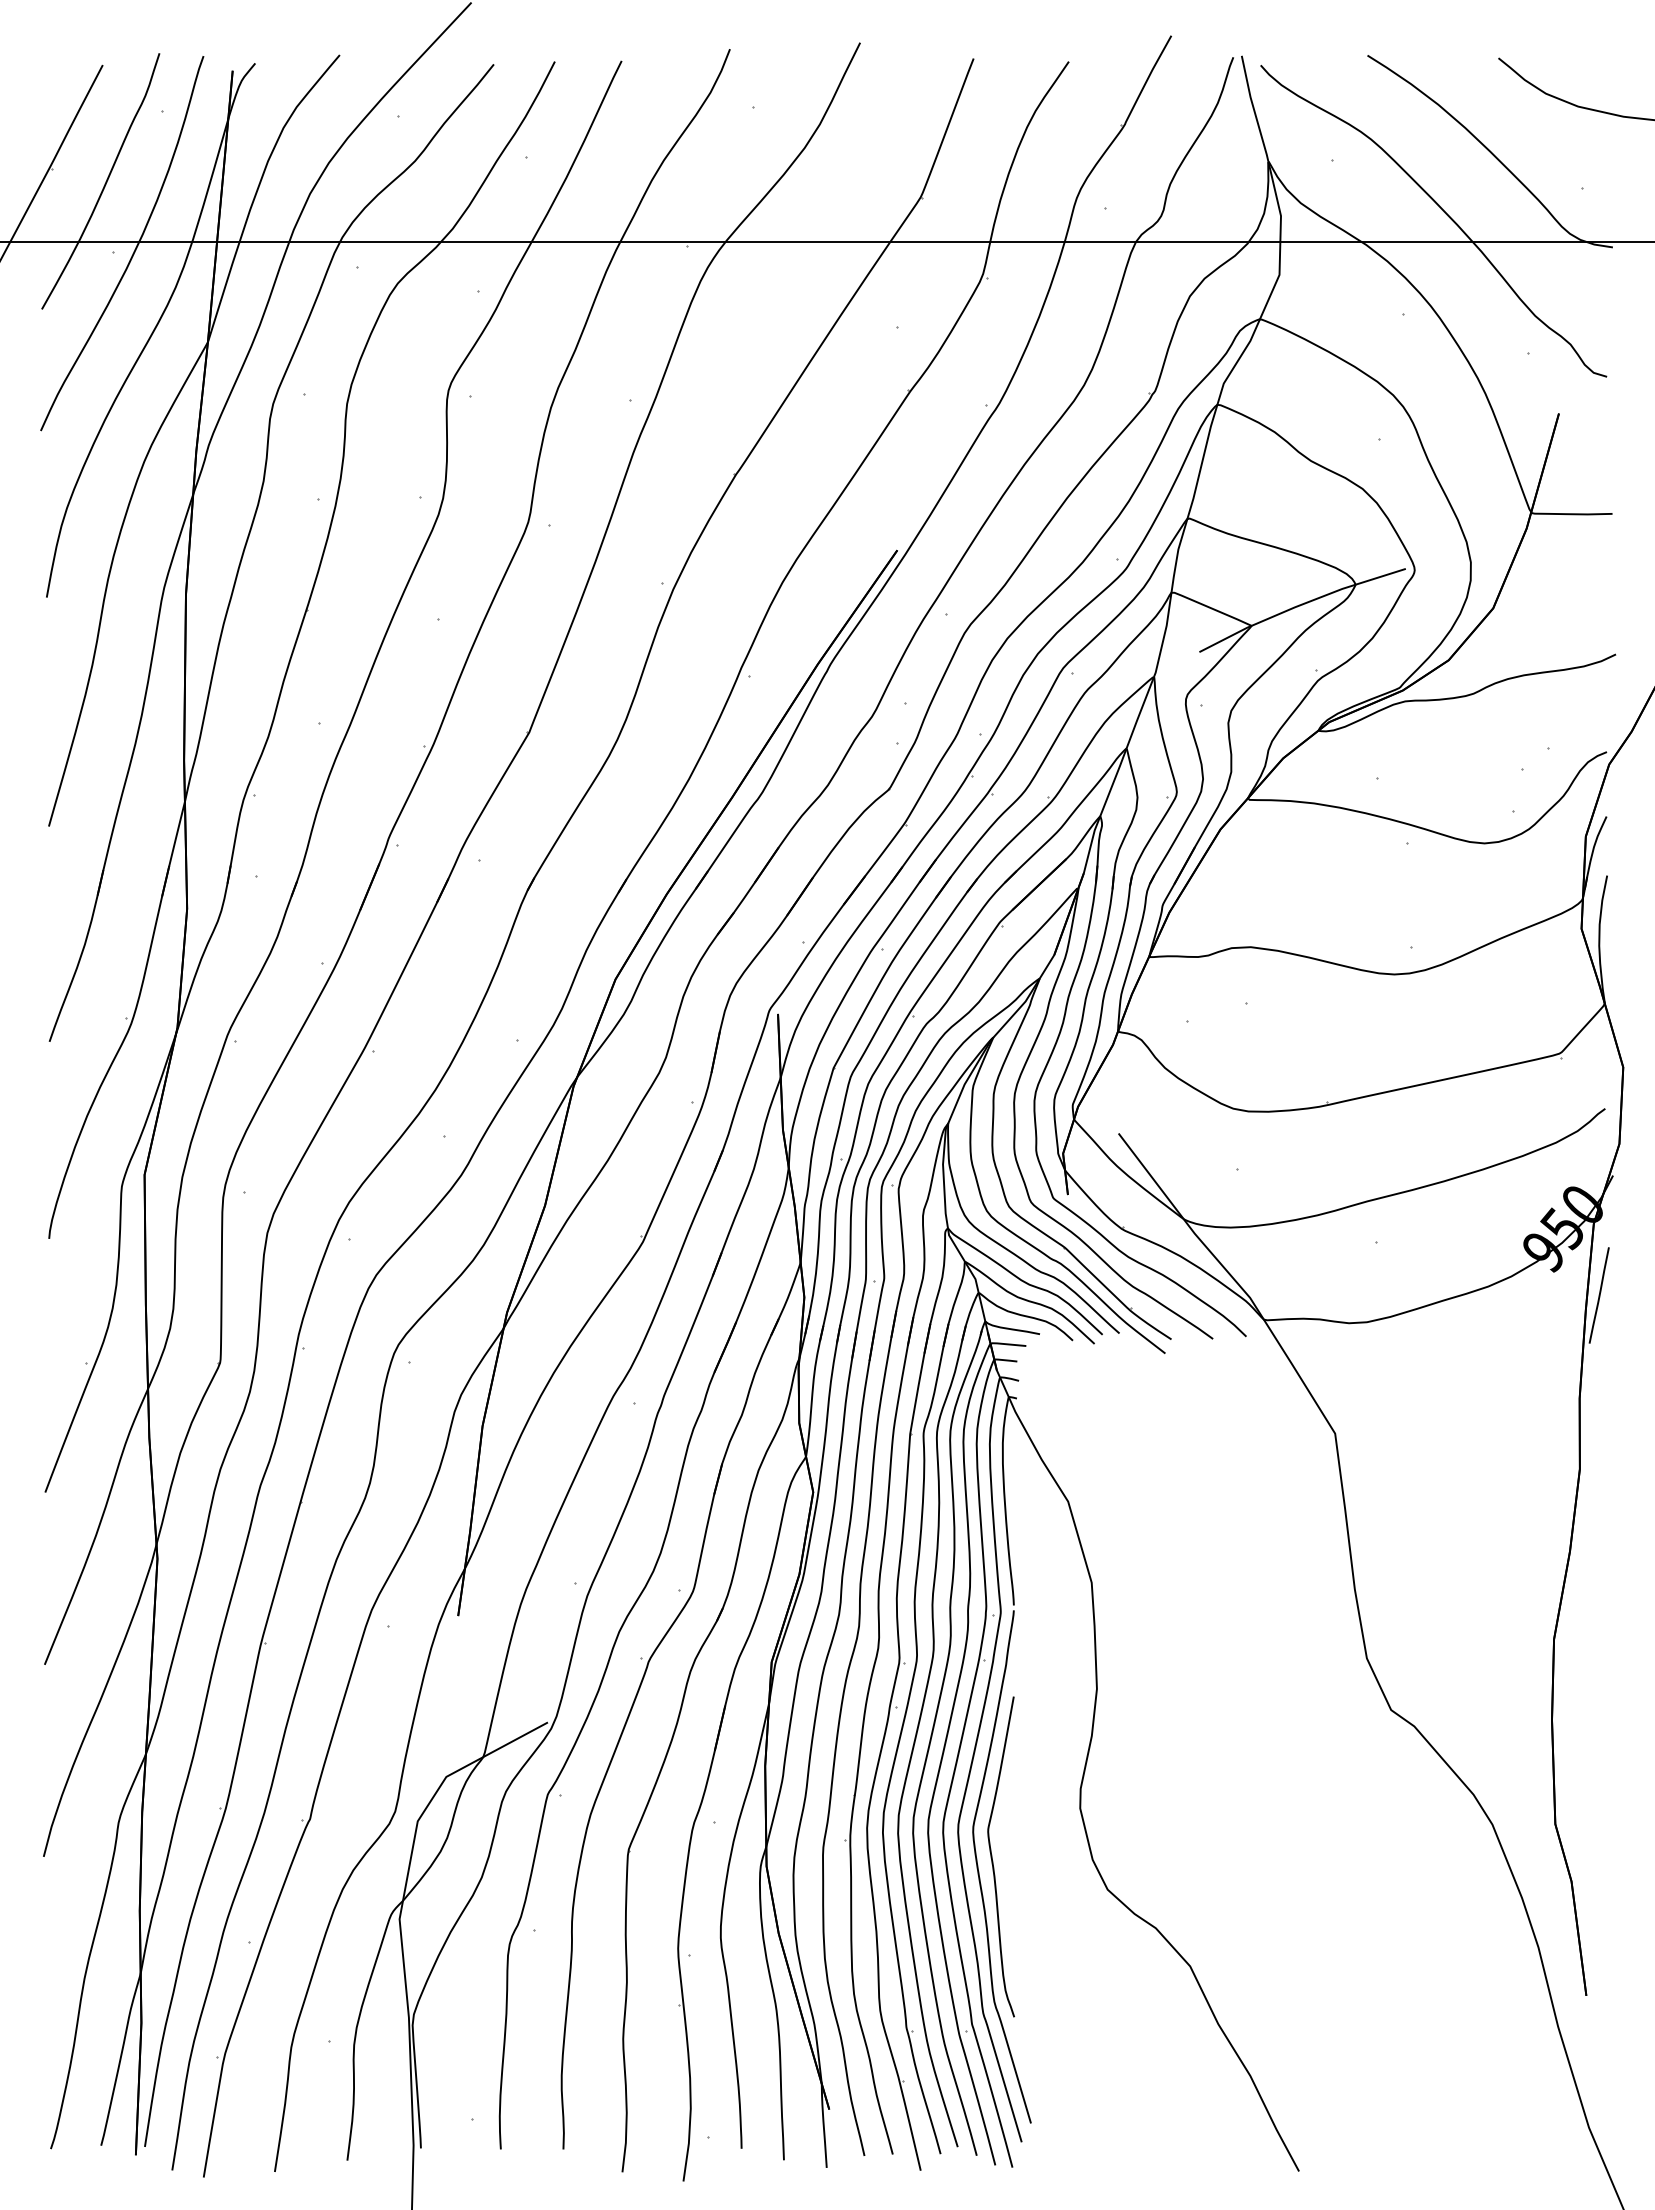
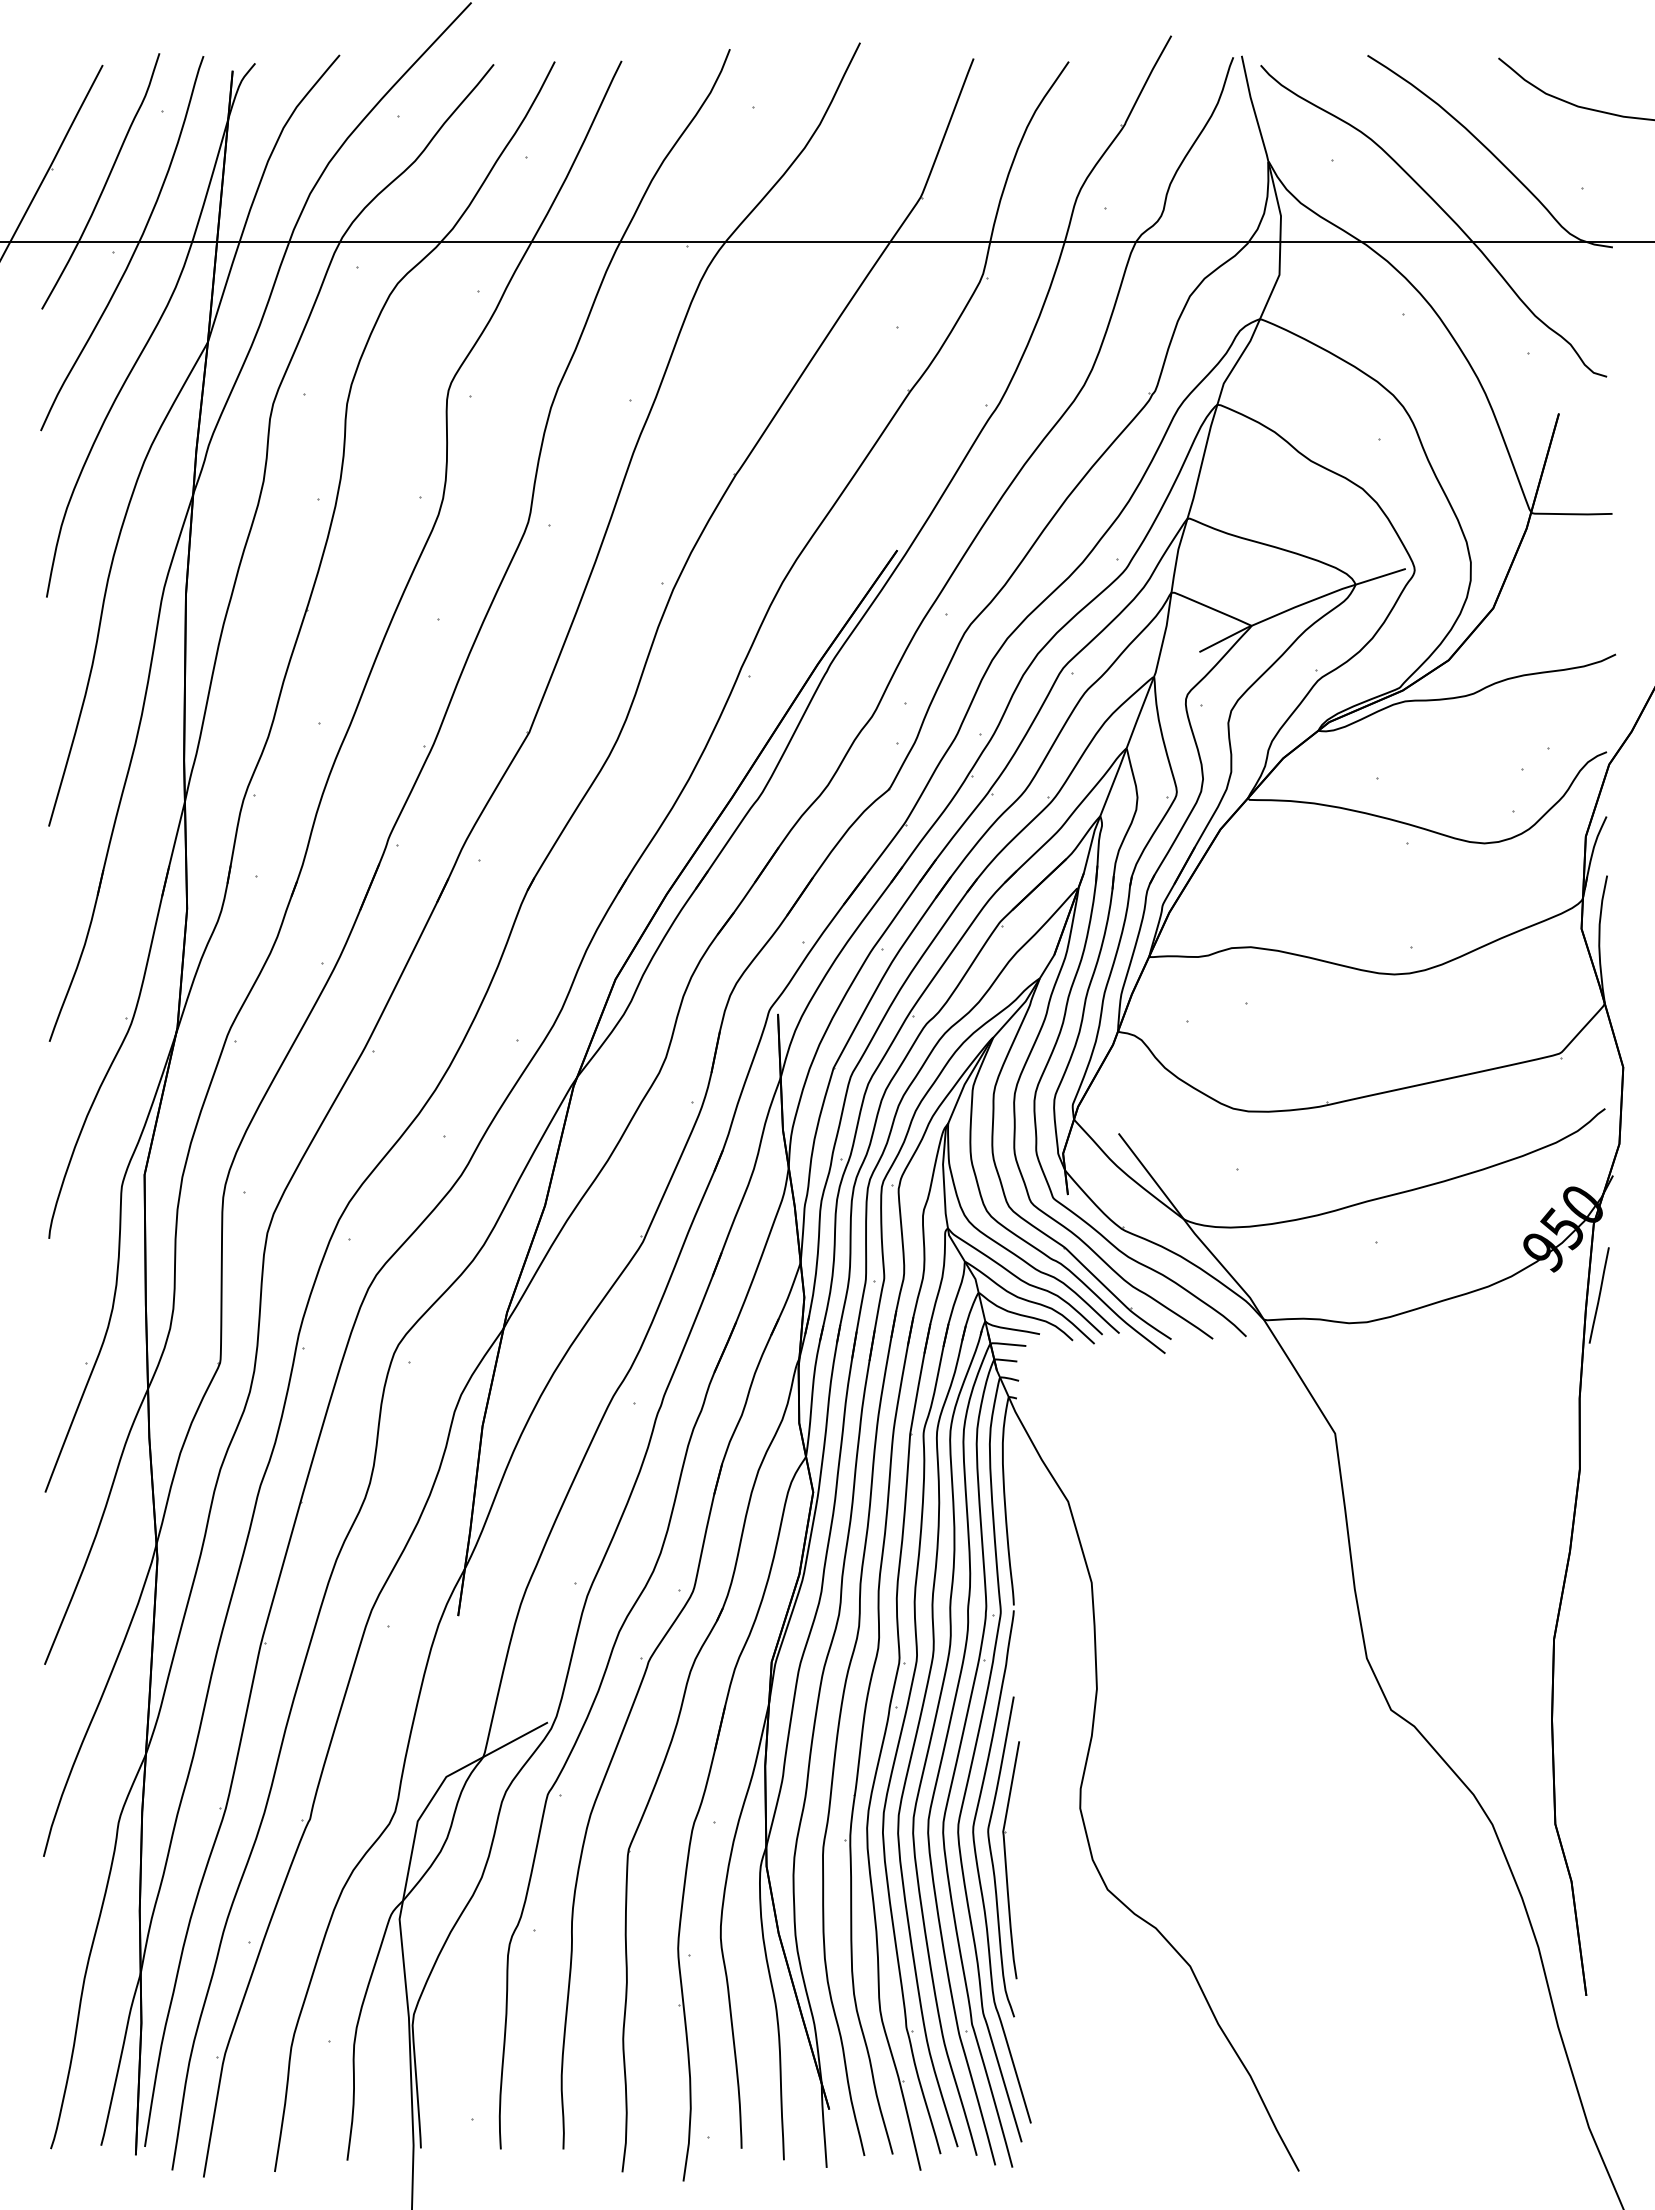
part at (1011, 1860): none -> present
